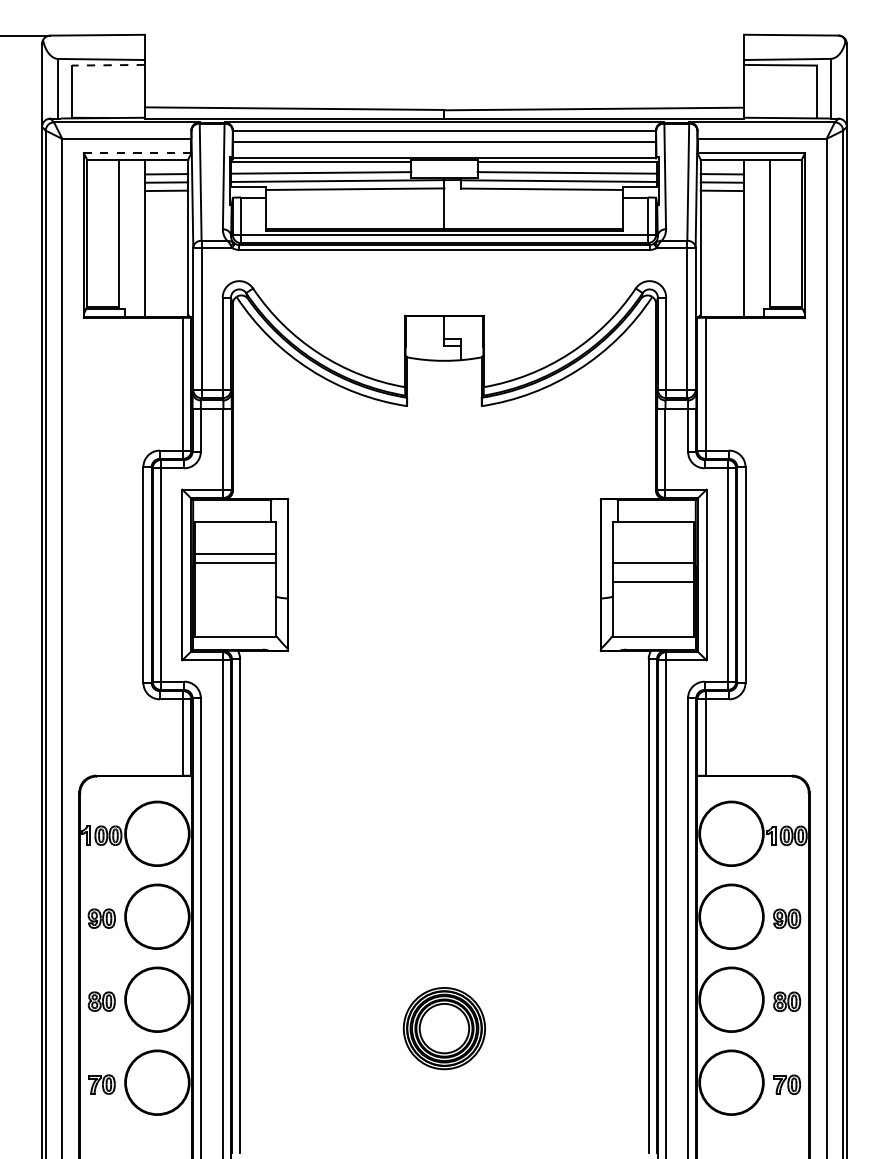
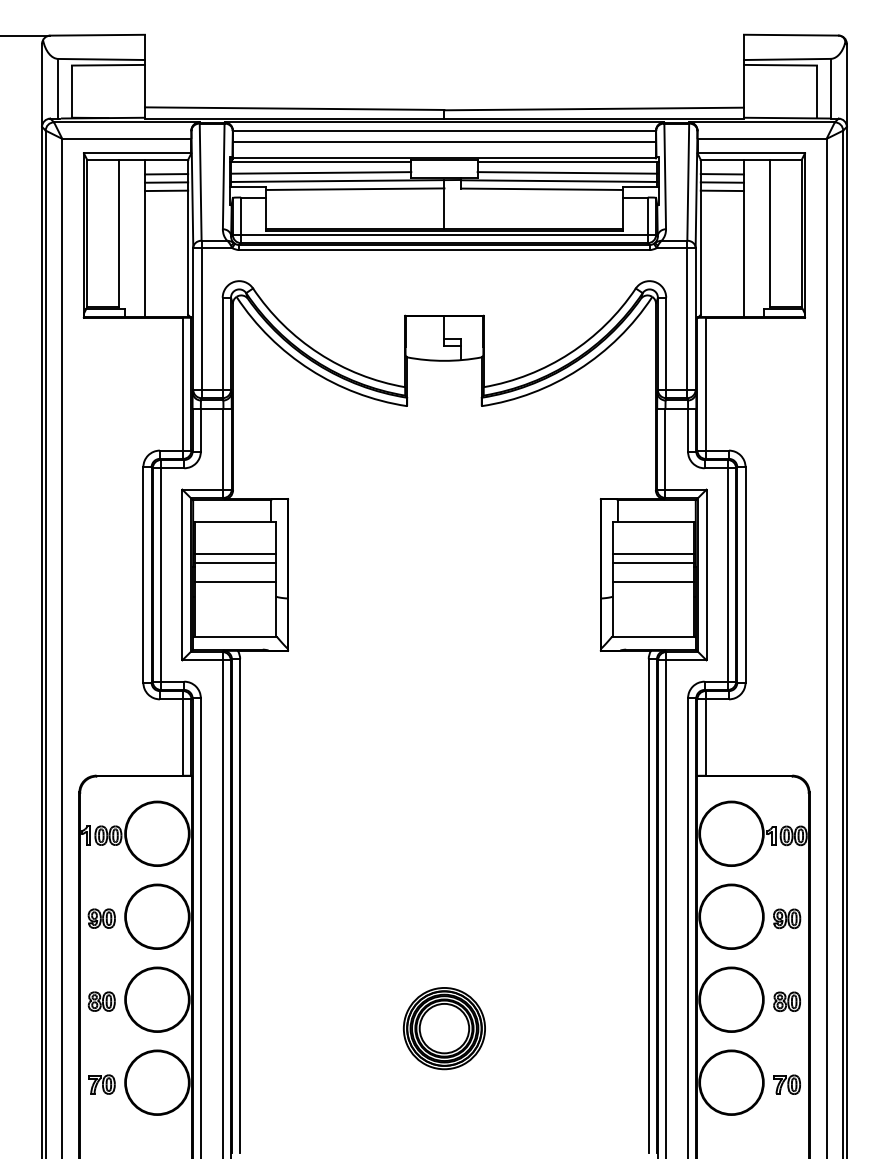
line at (108, 65): dashed -> solid
line at (137, 153): dashed -> solid
line at (653, 553): none -> present
line at (235, 582): none -> present
